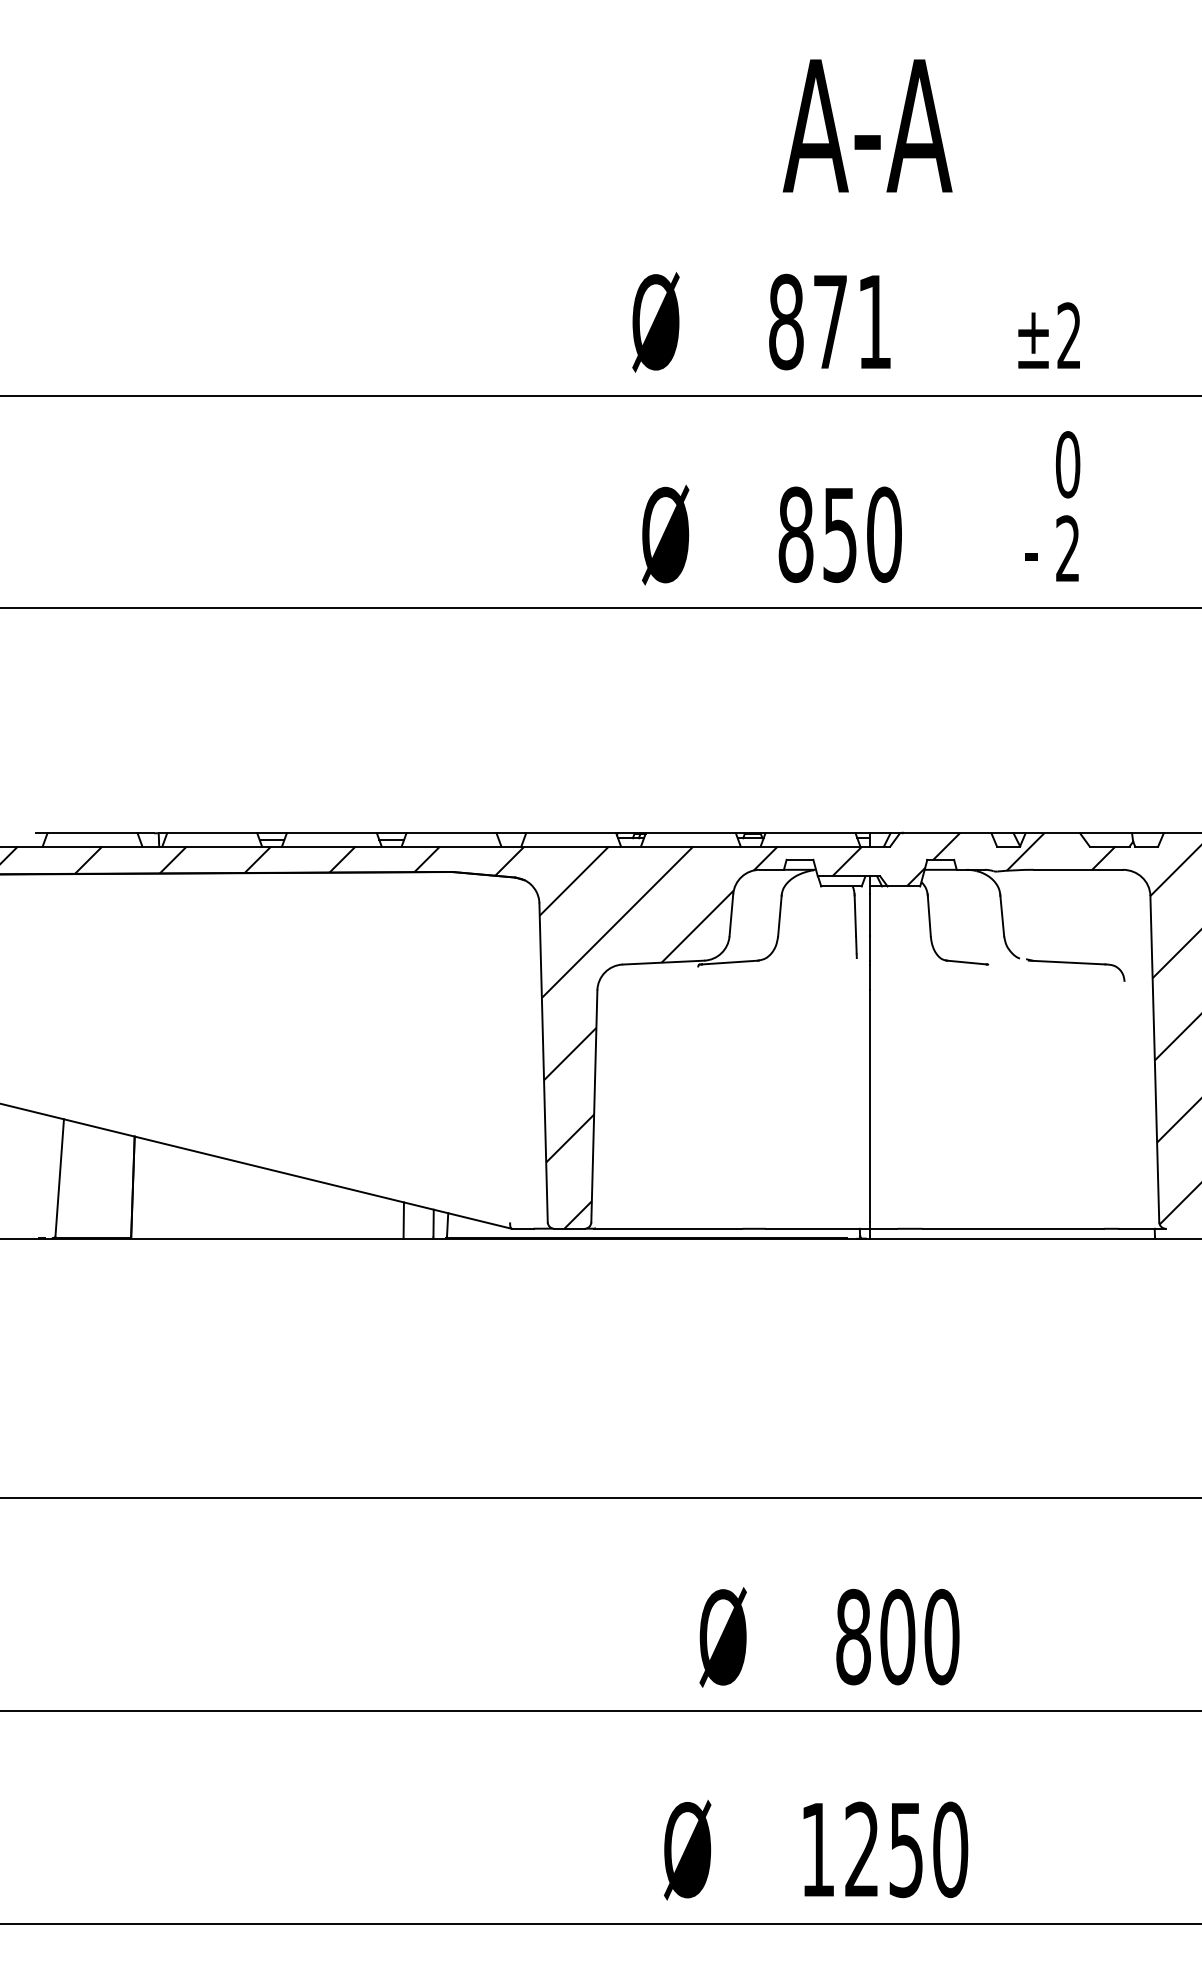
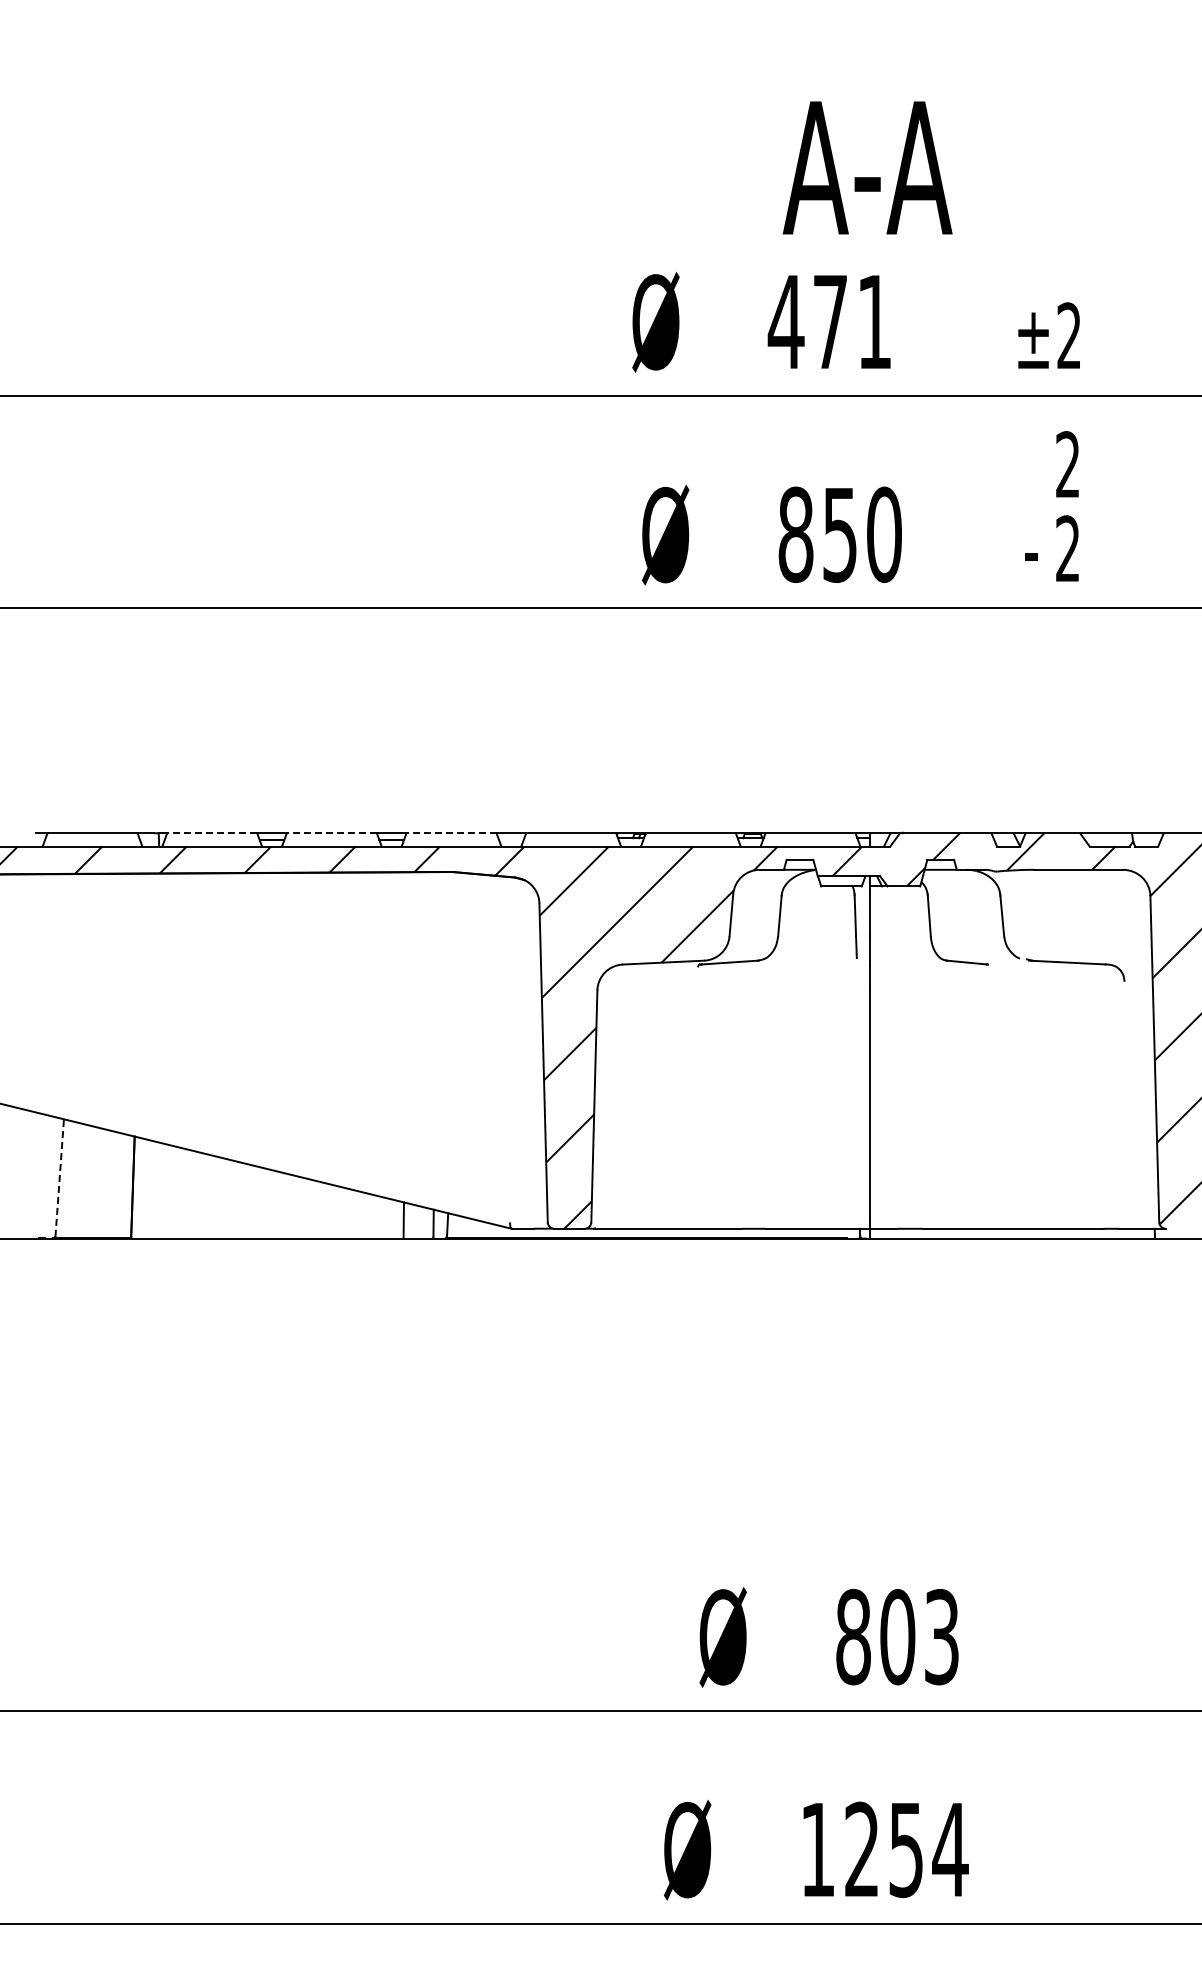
text at (867, 125) position: (867, 125) -> (867, 167)
text at (785, 321): 871 -> 471
text at (1067, 464): 0 -> 2
line at (211, 833): solid -> dashed
line at (331, 833): solid -> dashed
line at (451, 833): solid -> dashed
line at (59, 1178): solid -> dashed
line at (600, 1498): present -> none
text at (941, 1636): 800 -> 803
text at (950, 1849): 1250 -> 1254
